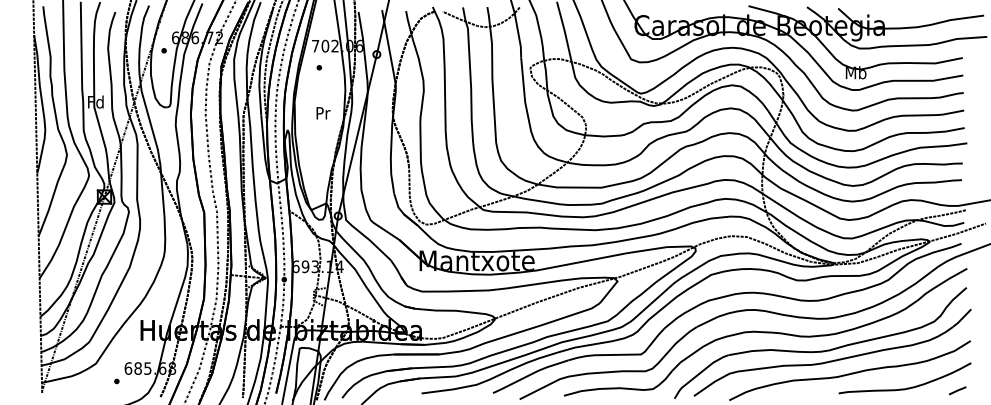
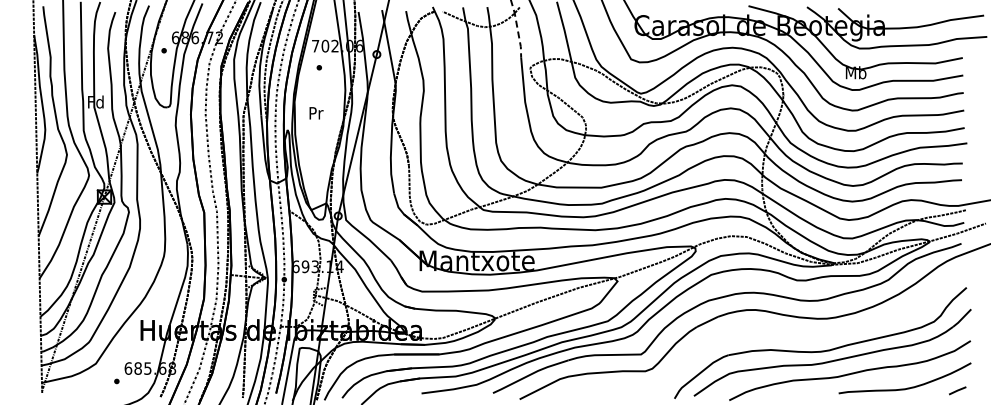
line at (517, 28): solid -> dashed
text at (323, 113) position: (323, 113) -> (316, 113)
part at (765, 332): present -> none
